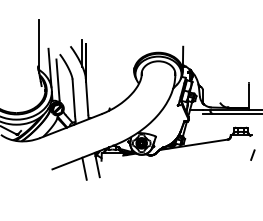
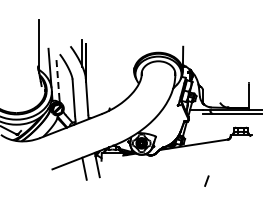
line at (57, 79): solid -> dashed
line at (252, 154) position: (252, 154) -> (206, 180)
